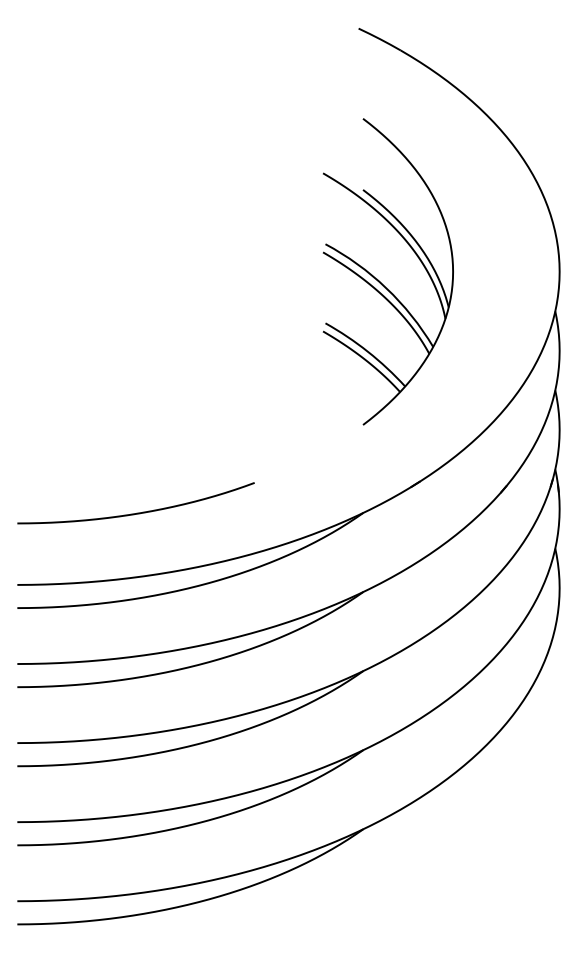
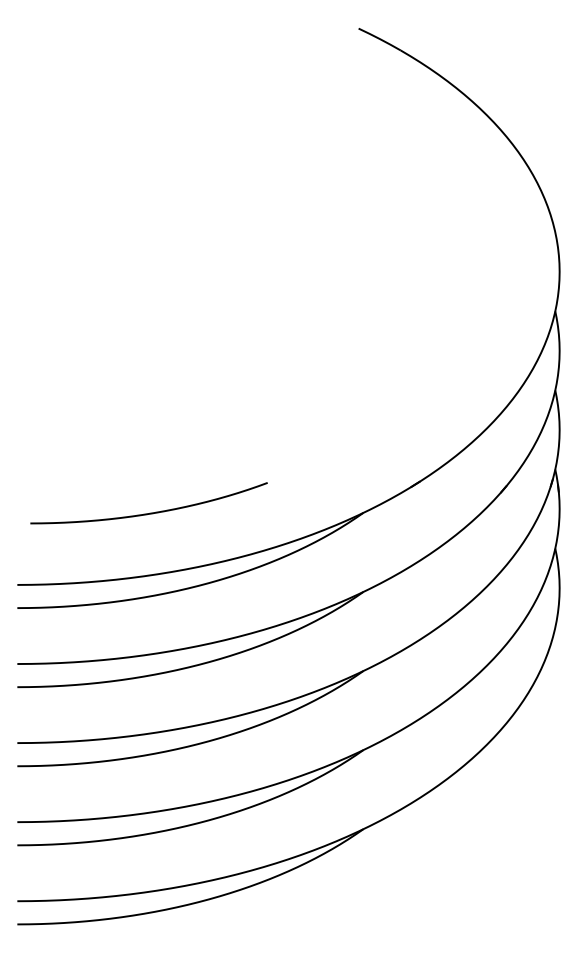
part at (378, 279): present -> none
curve at (136, 512) position: (136, 512) -> (149, 512)
